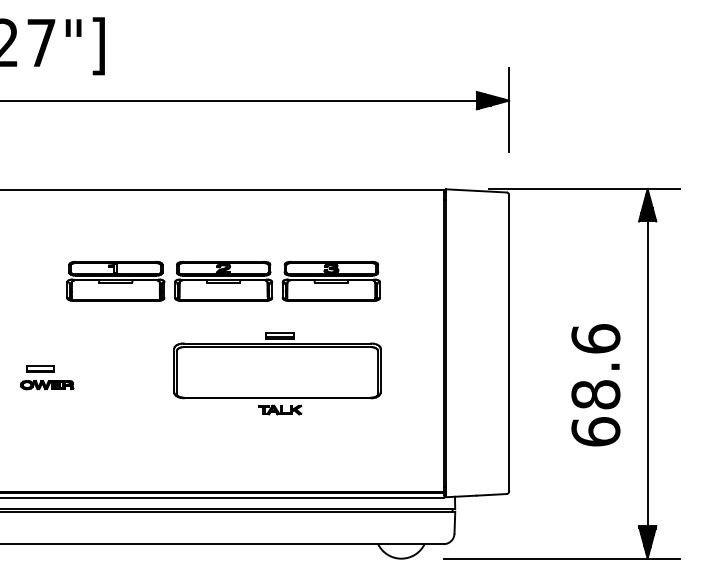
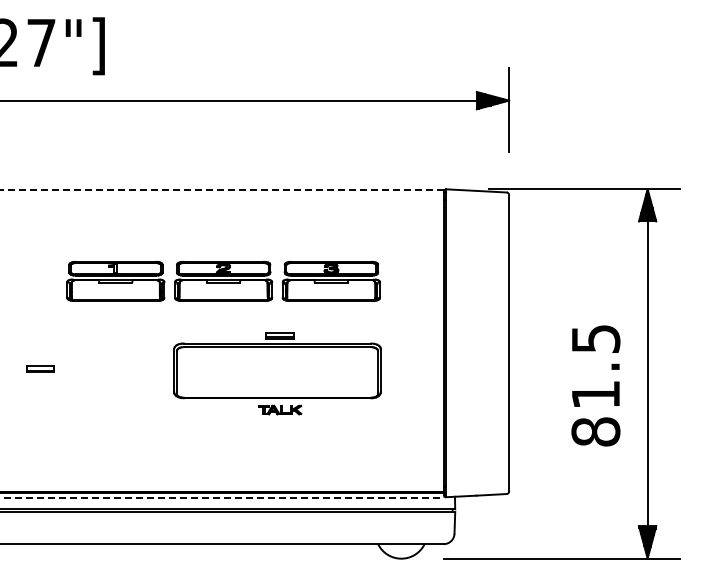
line at (222, 189): solid -> dashed
part at (47, 385): present -> none
text at (595, 385): 68.6 -> 81.5
line at (222, 497): solid -> dashed
